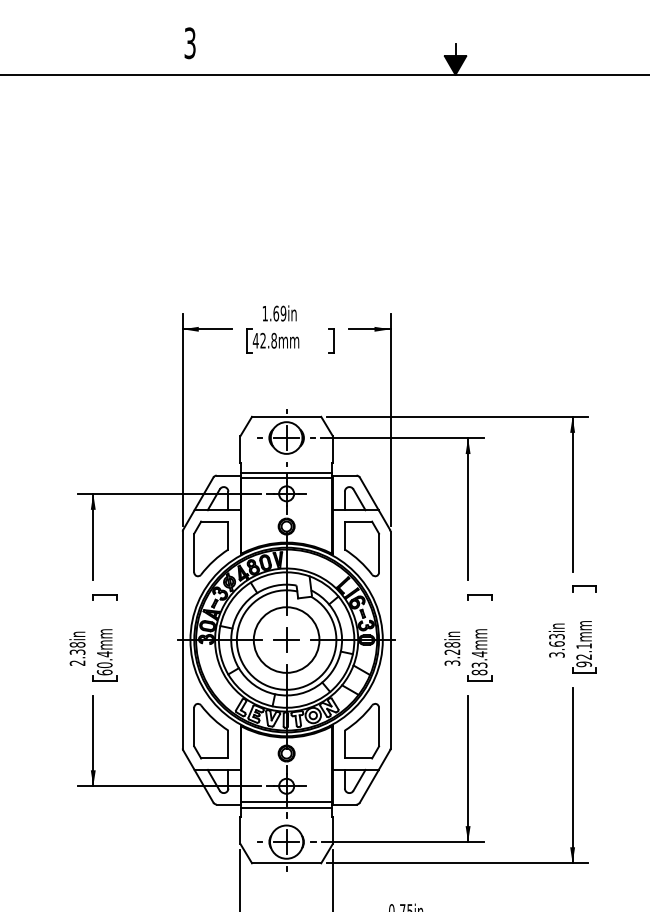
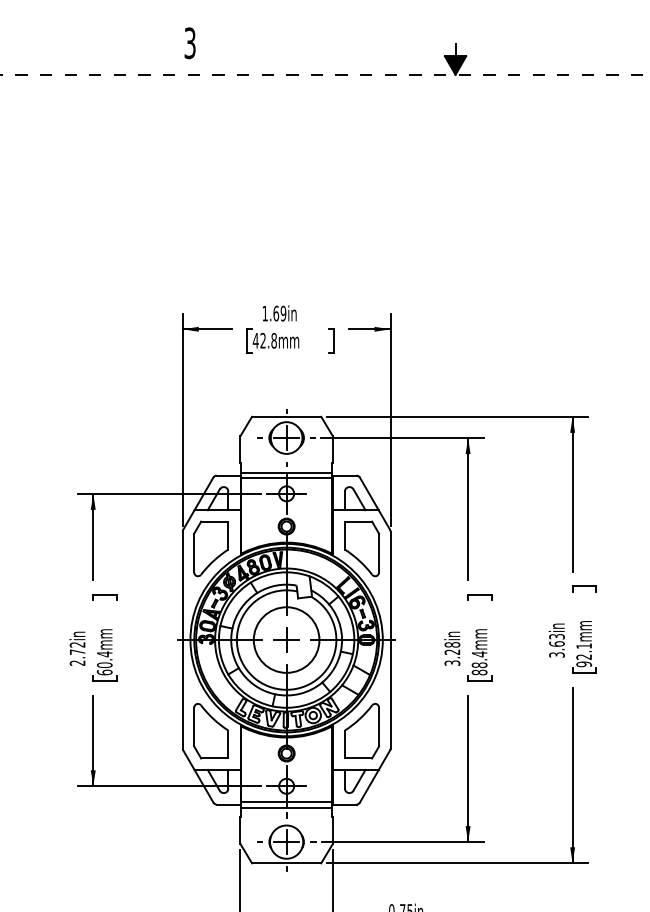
line at (324, 74): solid -> dashed
text at (77, 648): 2.38in -> 2.72in
text at (479, 664): 83.4mm -> 88.4mm
